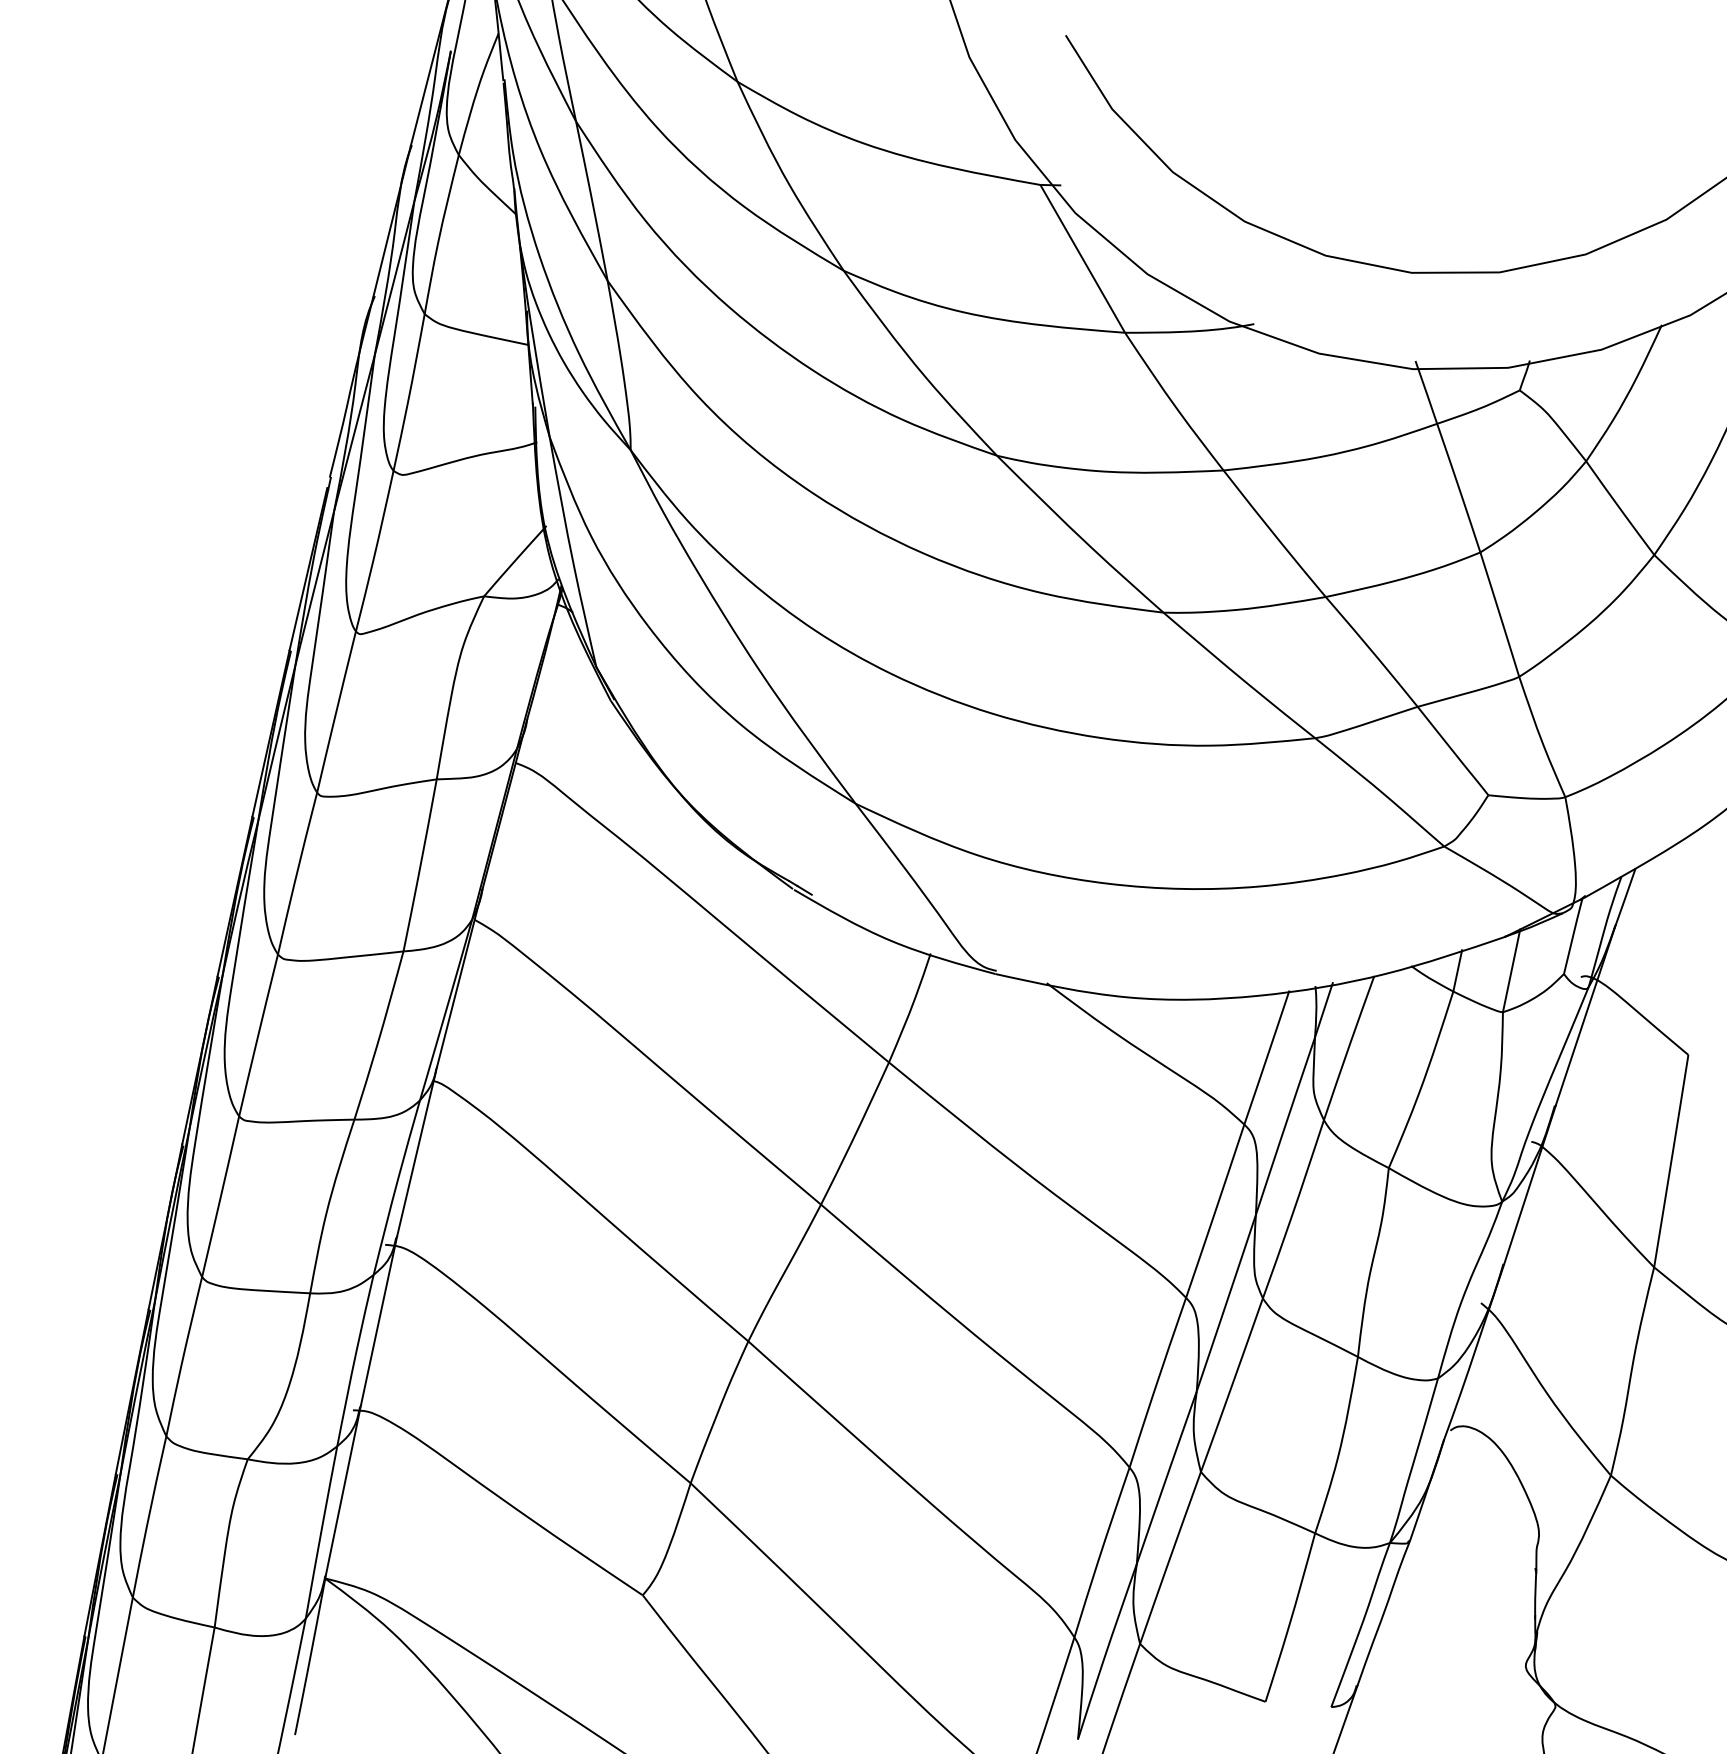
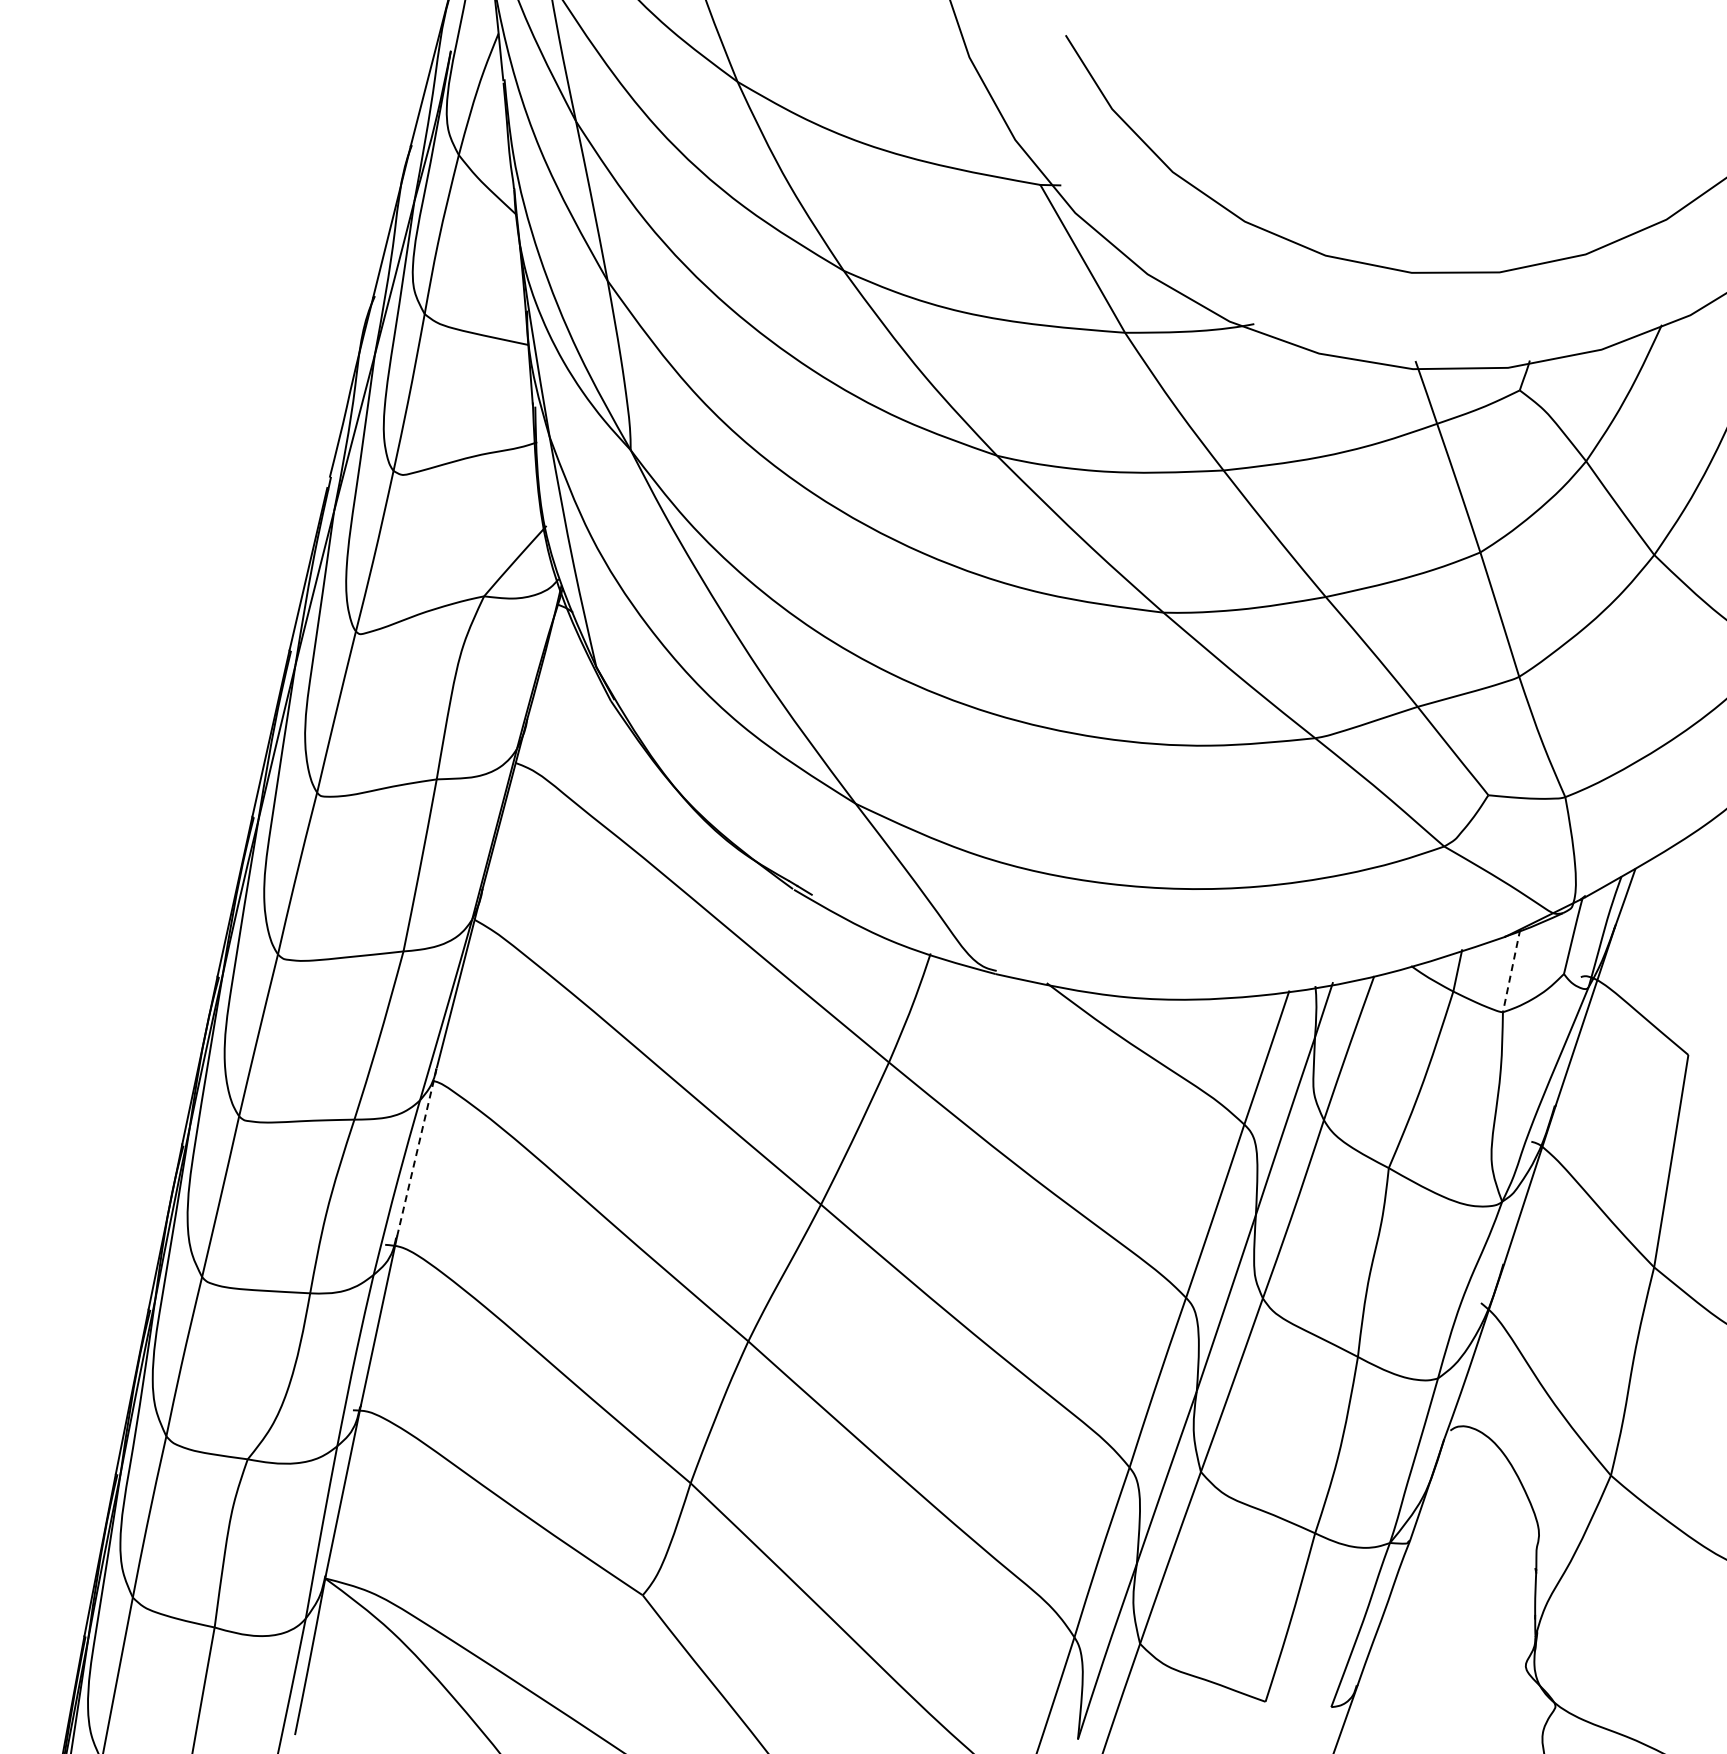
line at (1511, 971): solid -> dashed
line at (417, 1151): solid -> dashed
